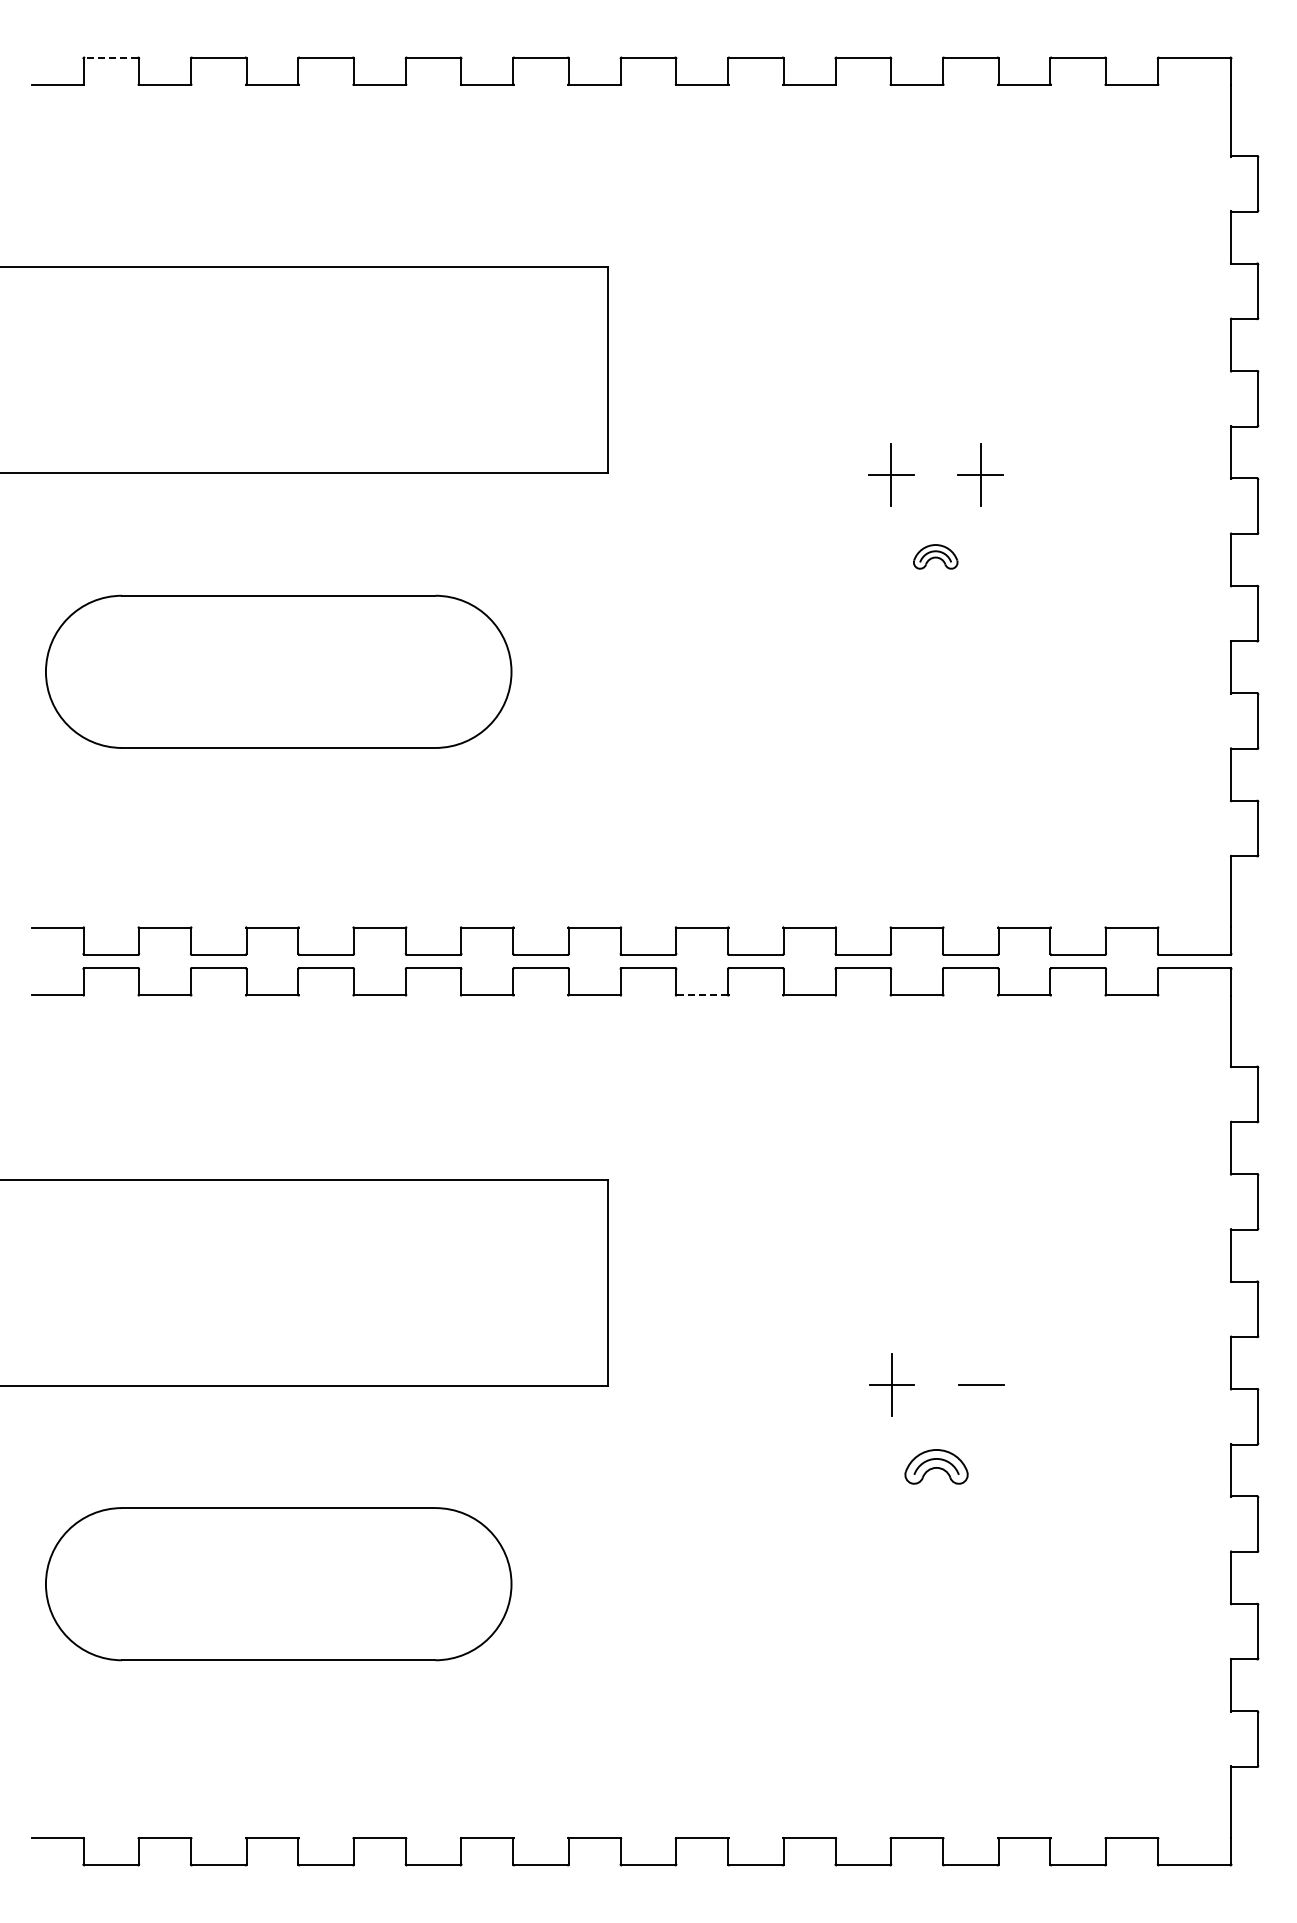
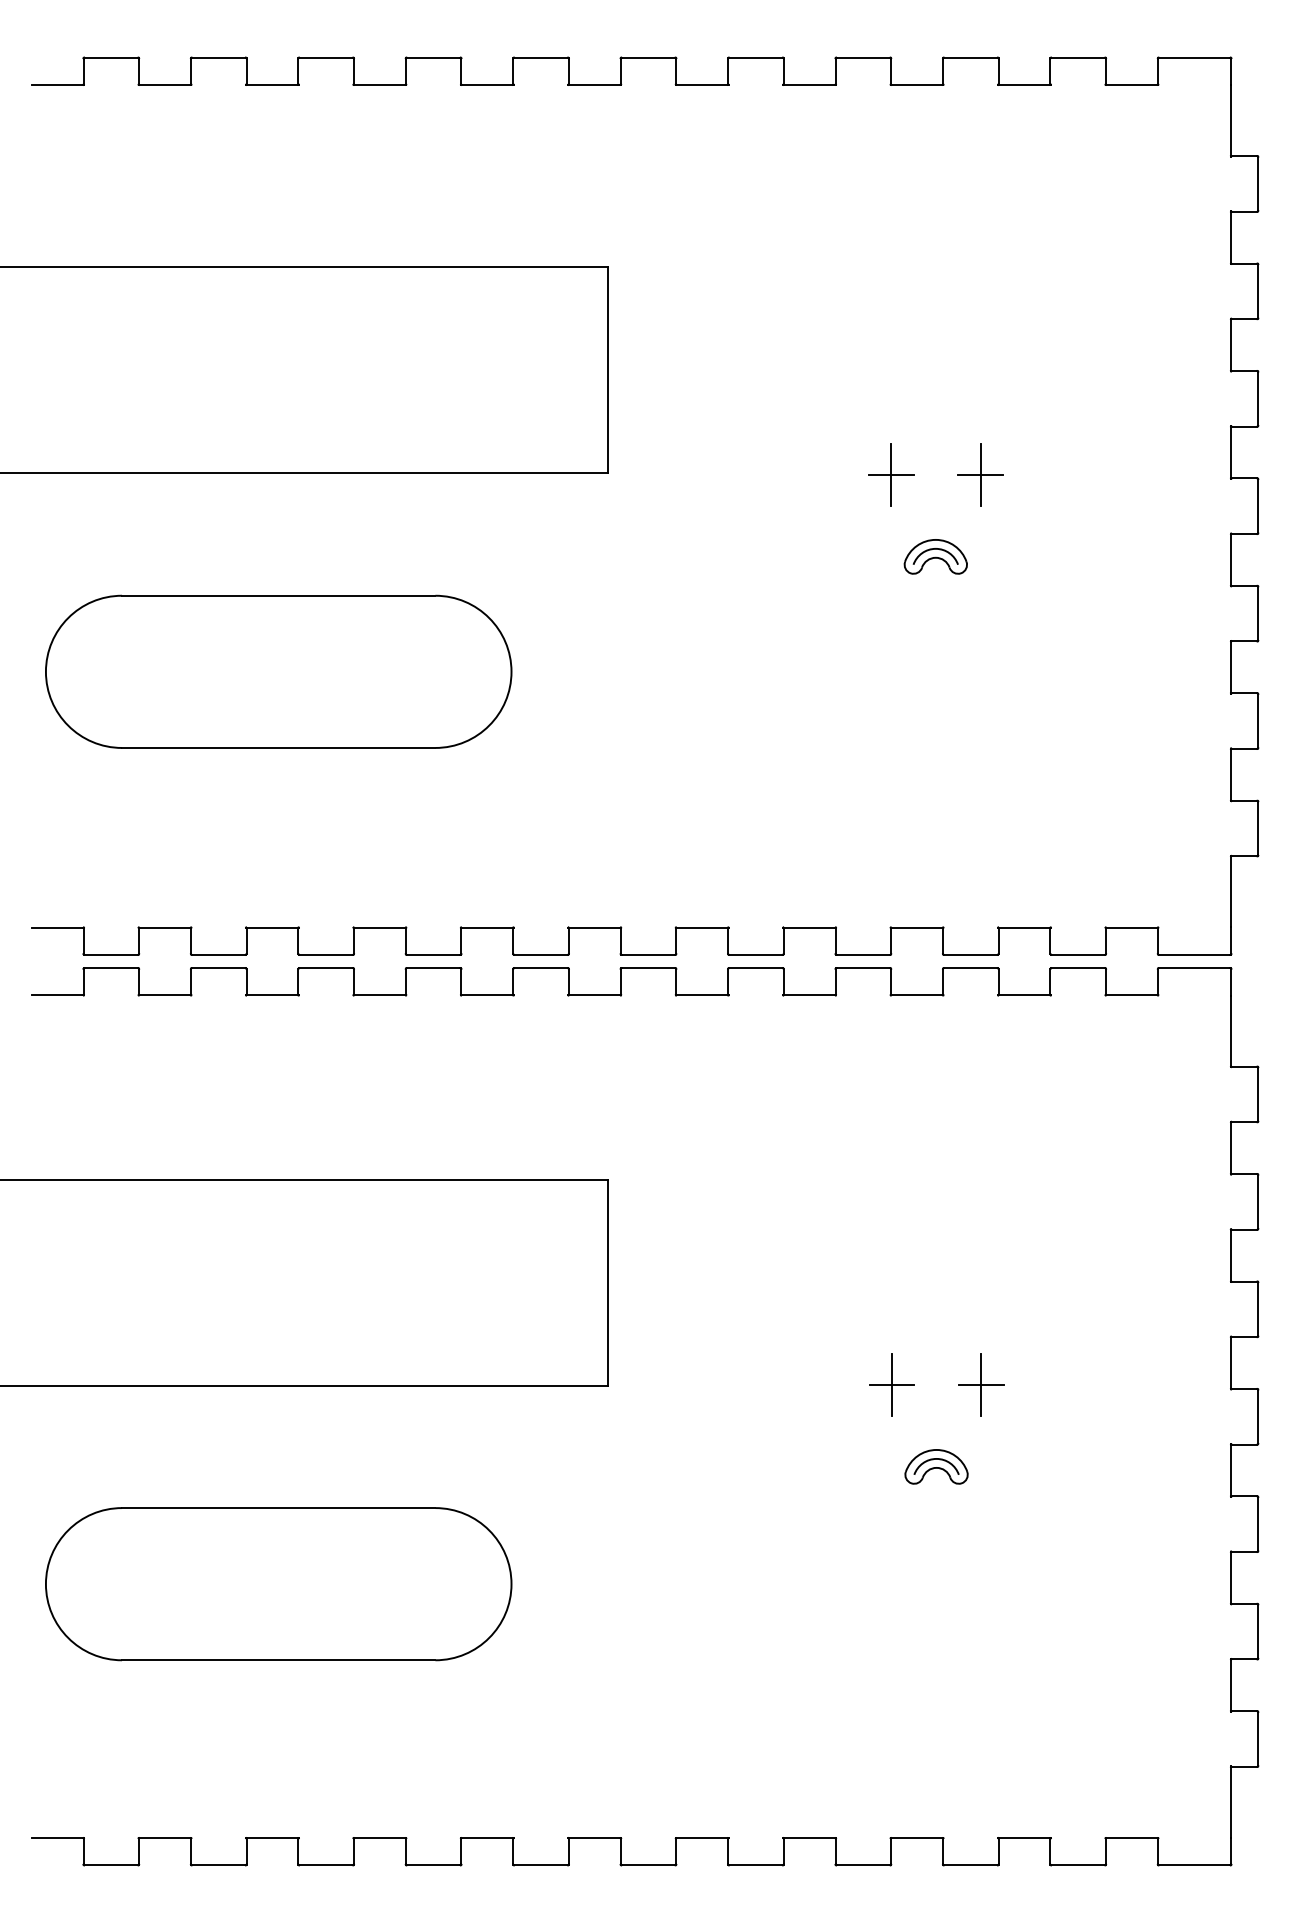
line at (111, 57): dashed -> solid
part at (935, 556) size: 46x26 px -> 65x36 px
line at (702, 995): dashed -> solid
line at (981, 1384): none -> present
